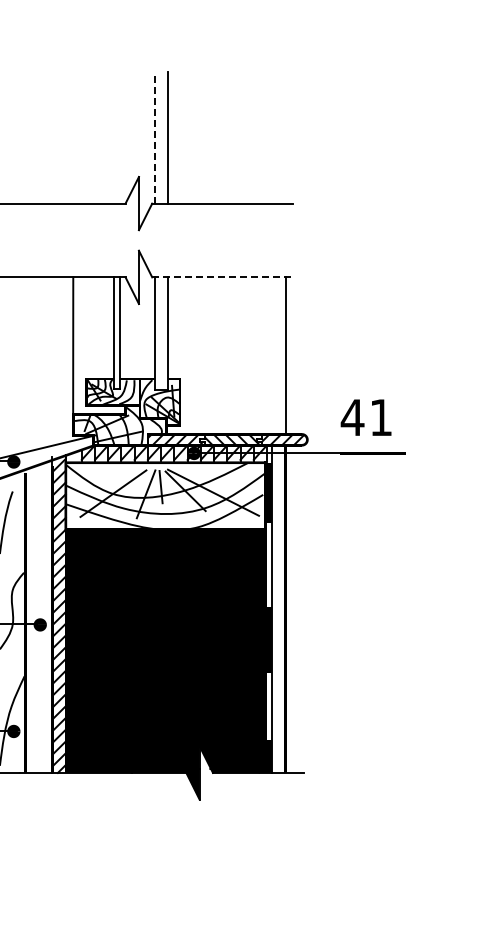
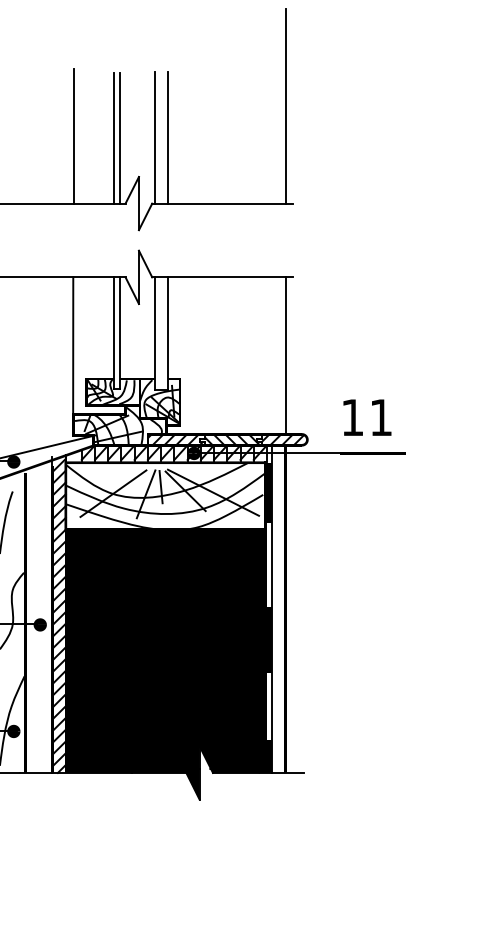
line at (285, 106): none -> present
line at (73, 136): none -> present
line at (113, 137): none -> present
line at (120, 137): none -> present
line at (154, 137): dashed -> solid
line at (223, 277): dashed -> solid
text at (352, 417): 41 -> 11
